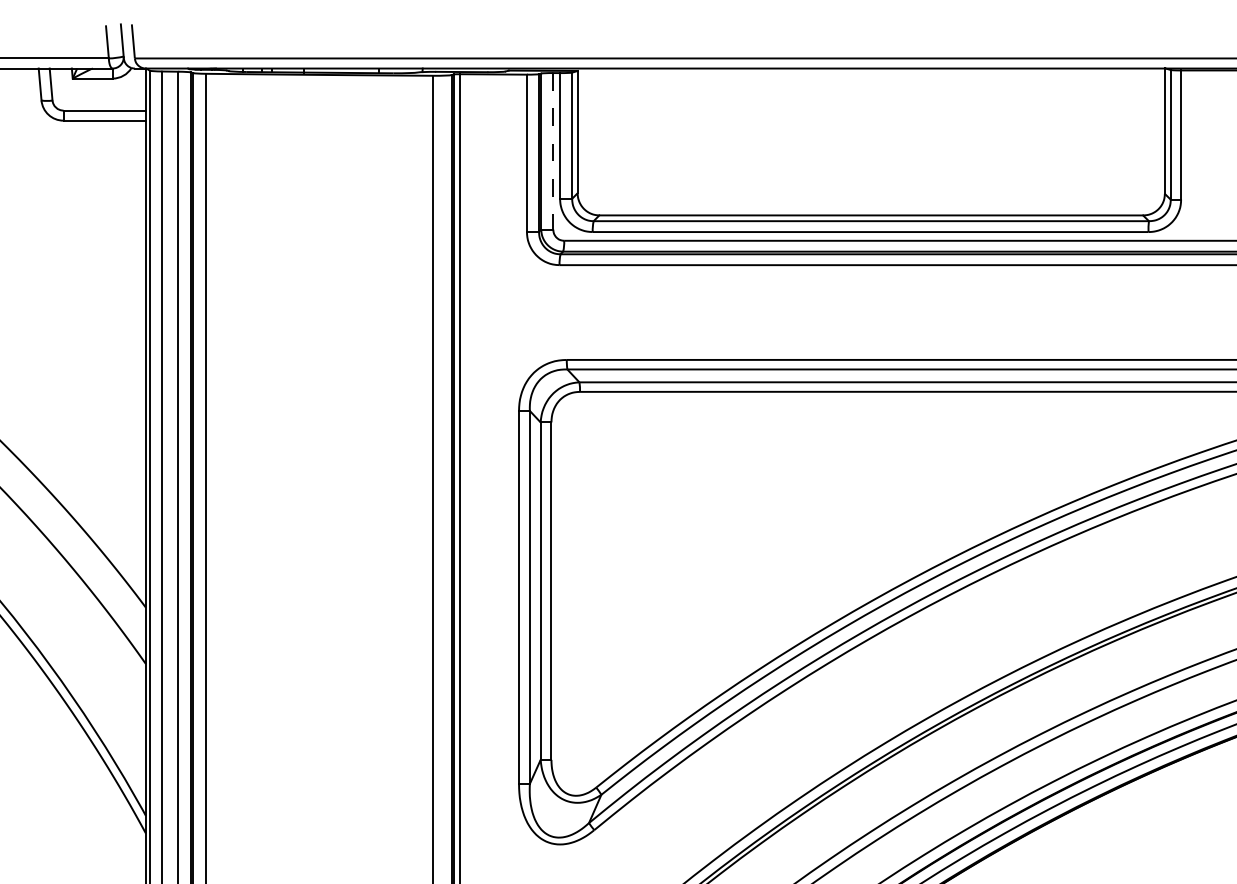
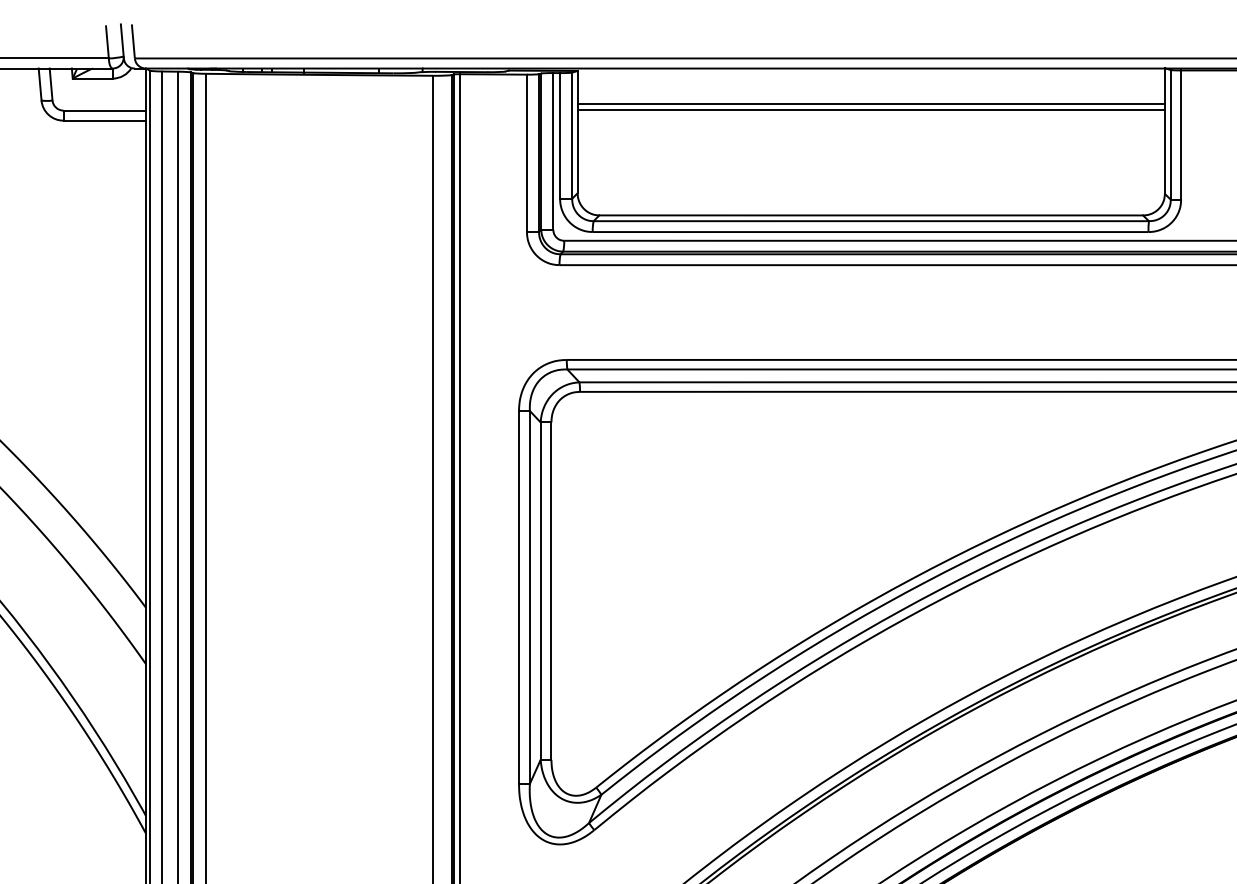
line at (870, 104): none -> present
line at (870, 109): none -> present
line at (553, 151): dashed -> solid
